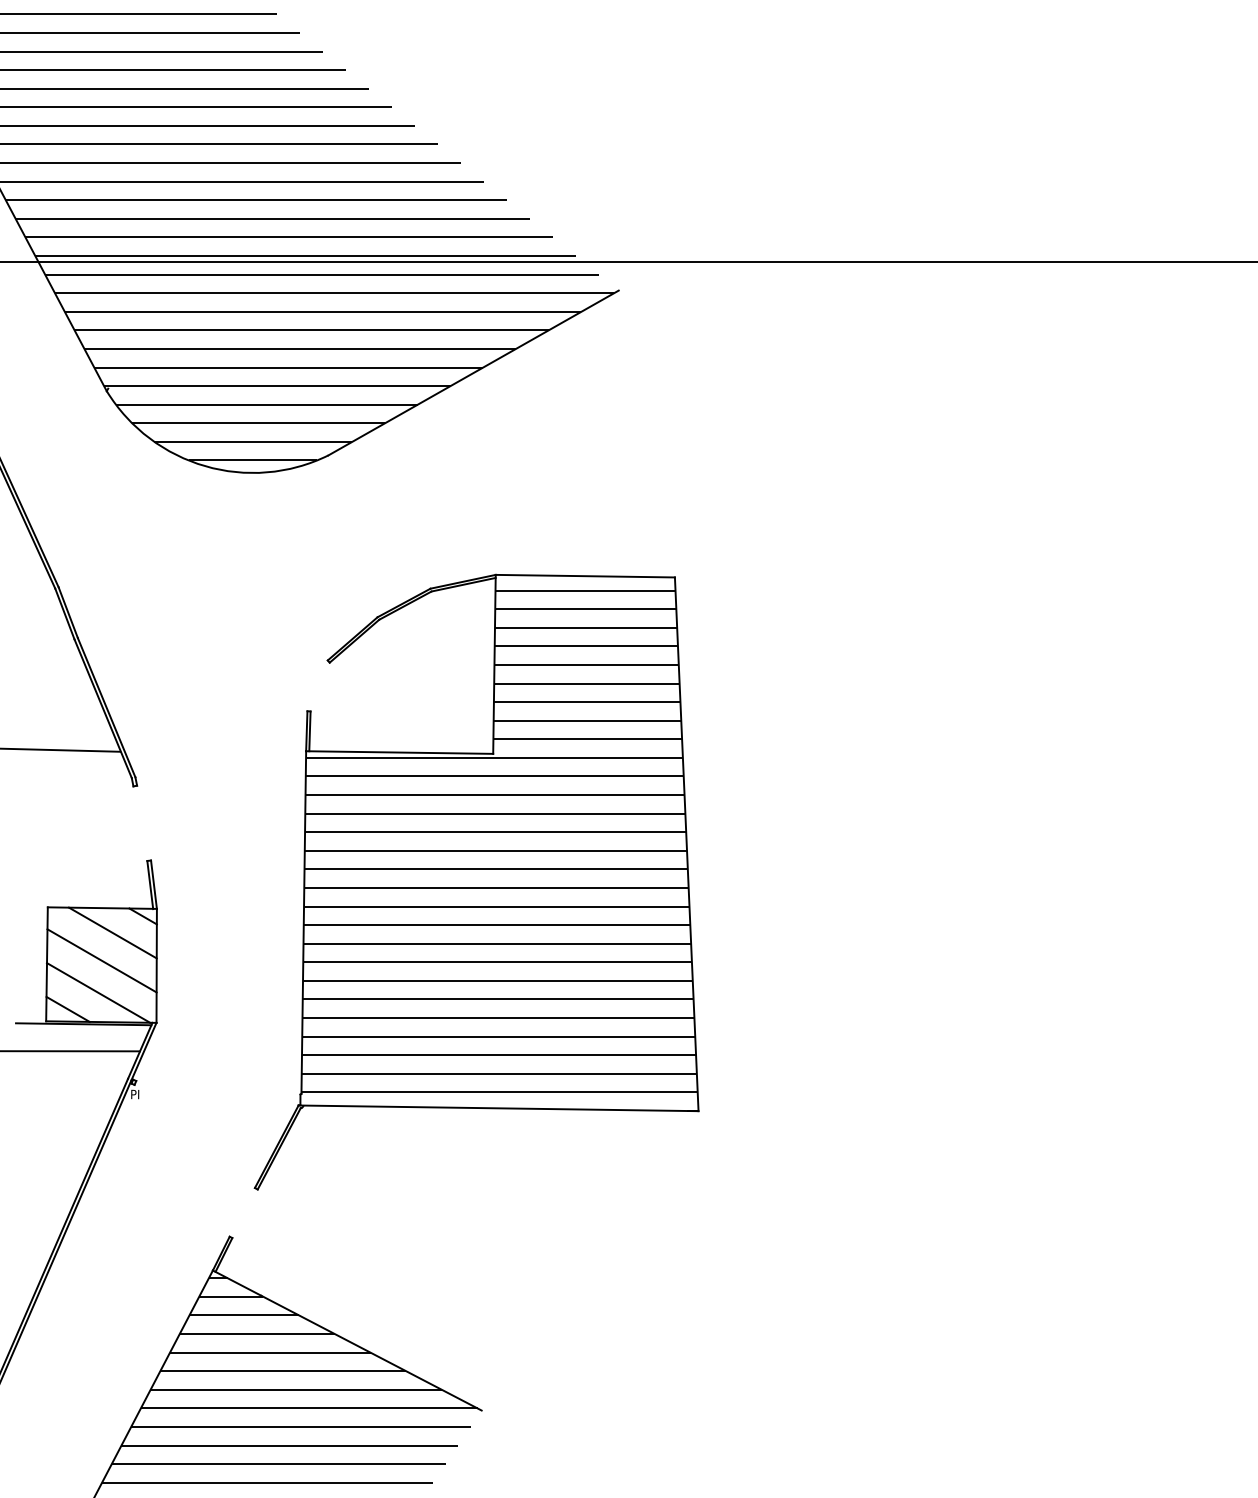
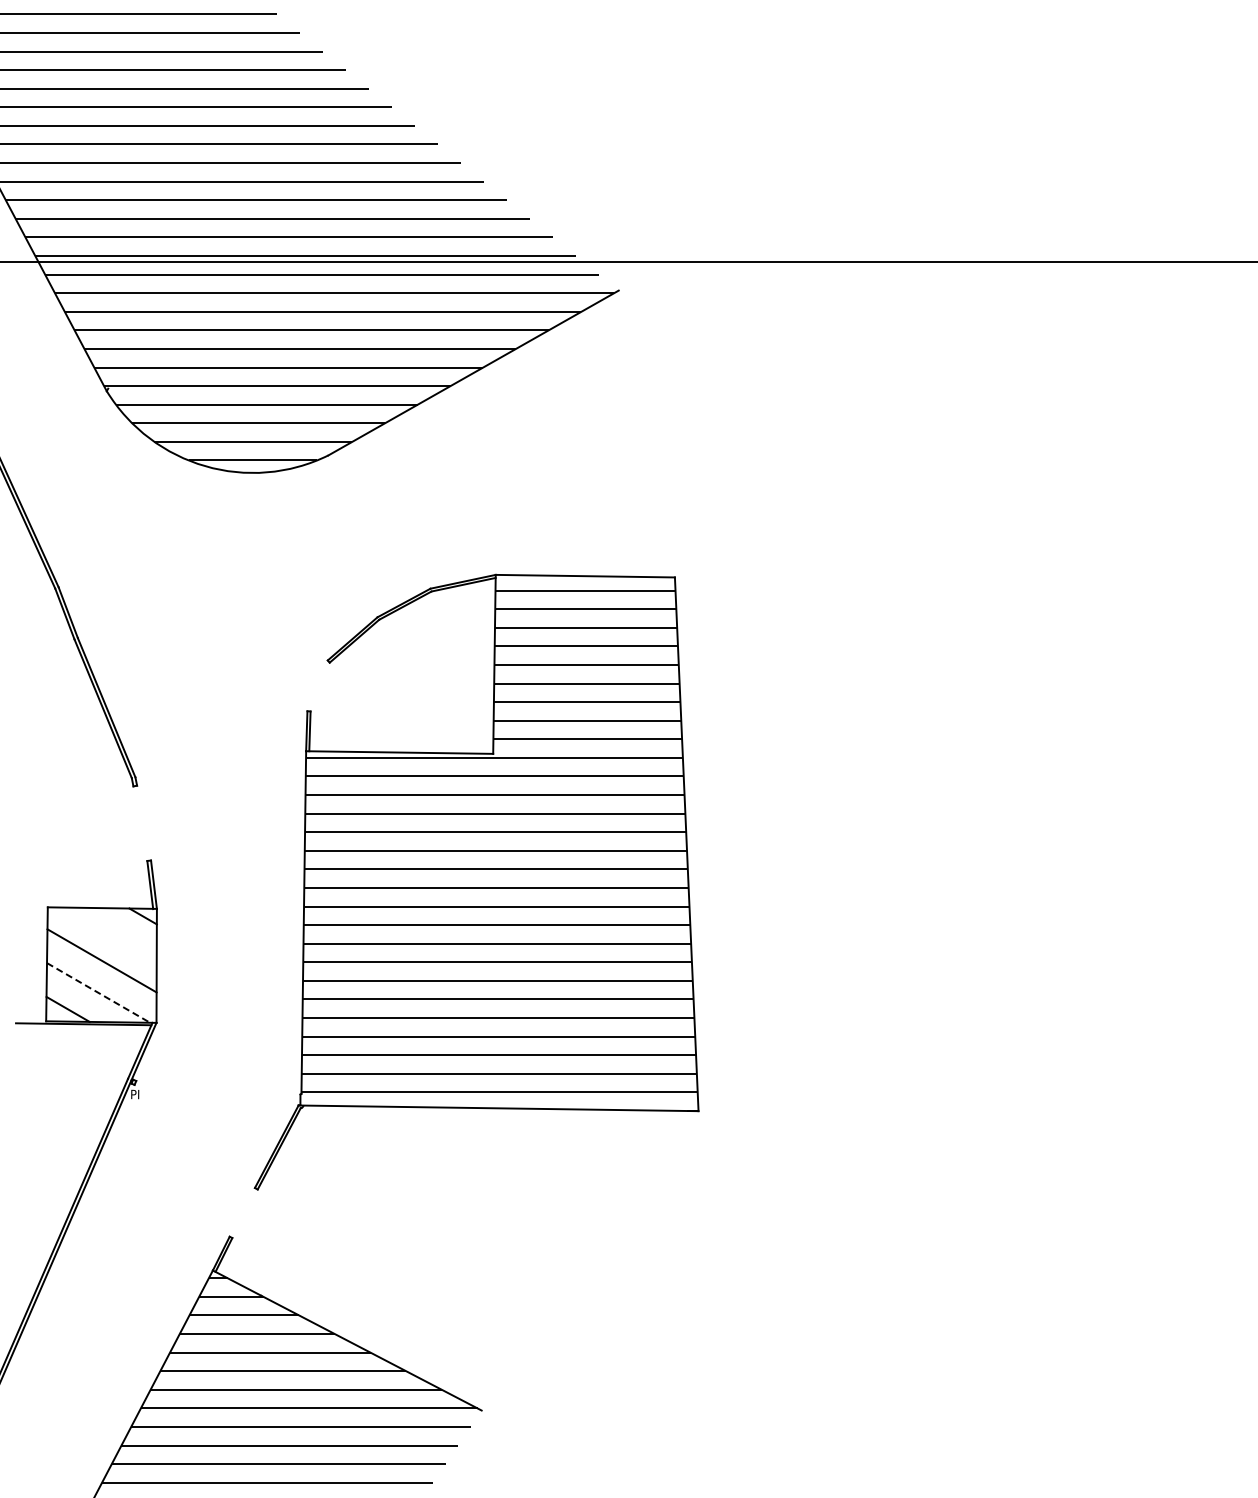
line at (61, 749): present -> none
line at (112, 932): present -> none
line at (98, 992): solid -> dashed
line at (71, 1051): present -> none
